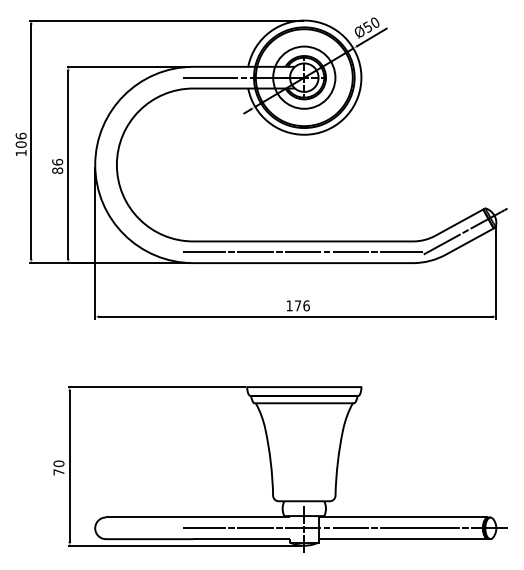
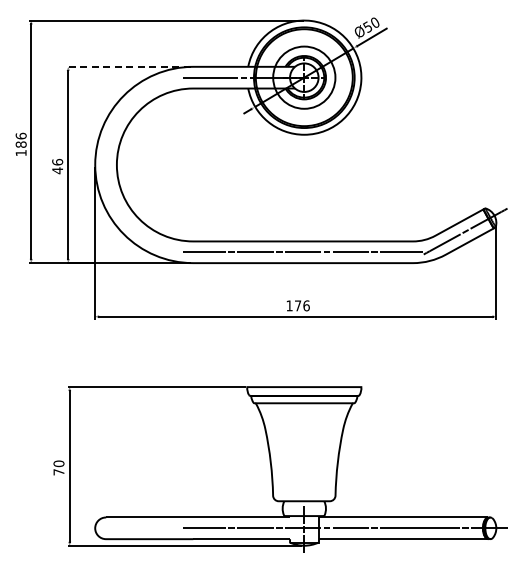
line at (128, 66): solid -> dashed
text at (21, 144): 106 -> 186
text at (57, 170): 86 -> 46
